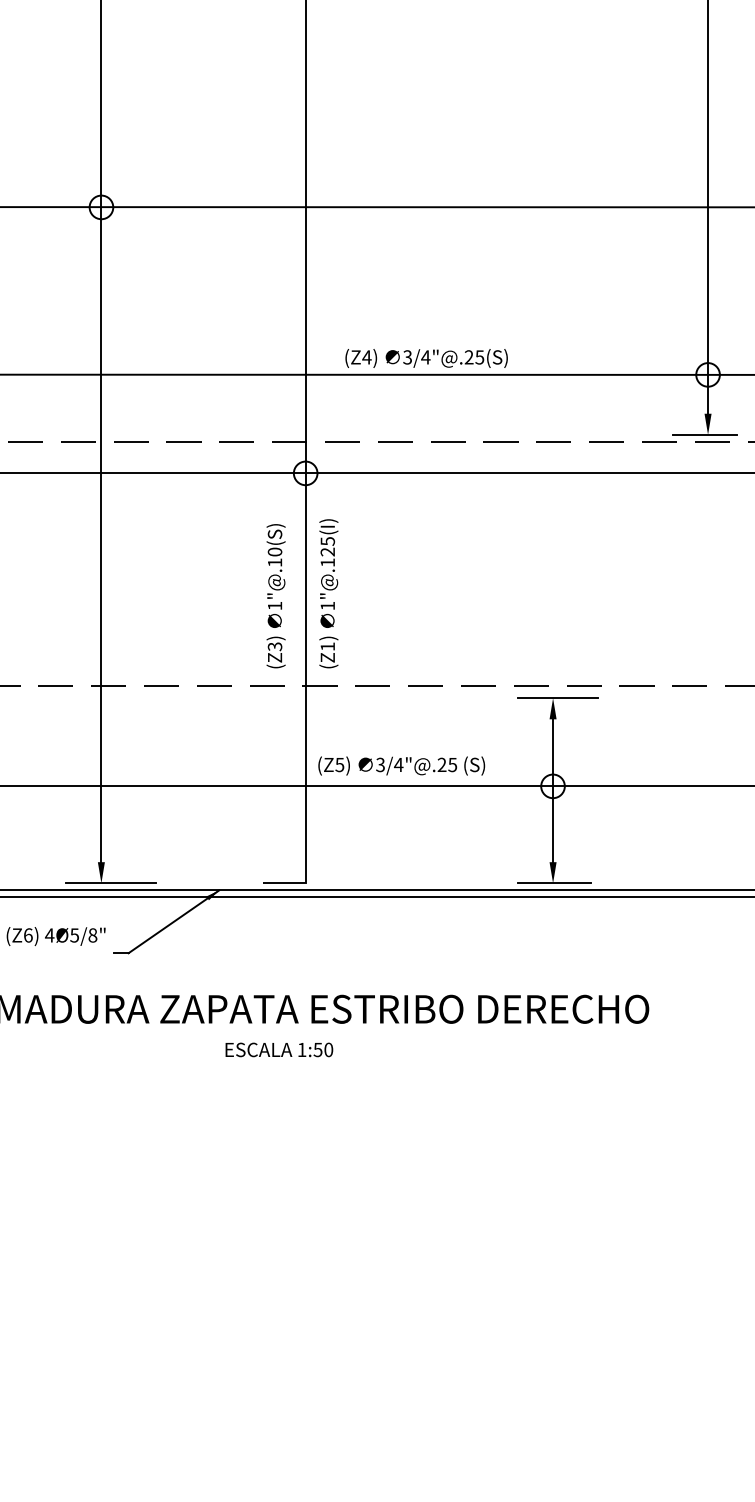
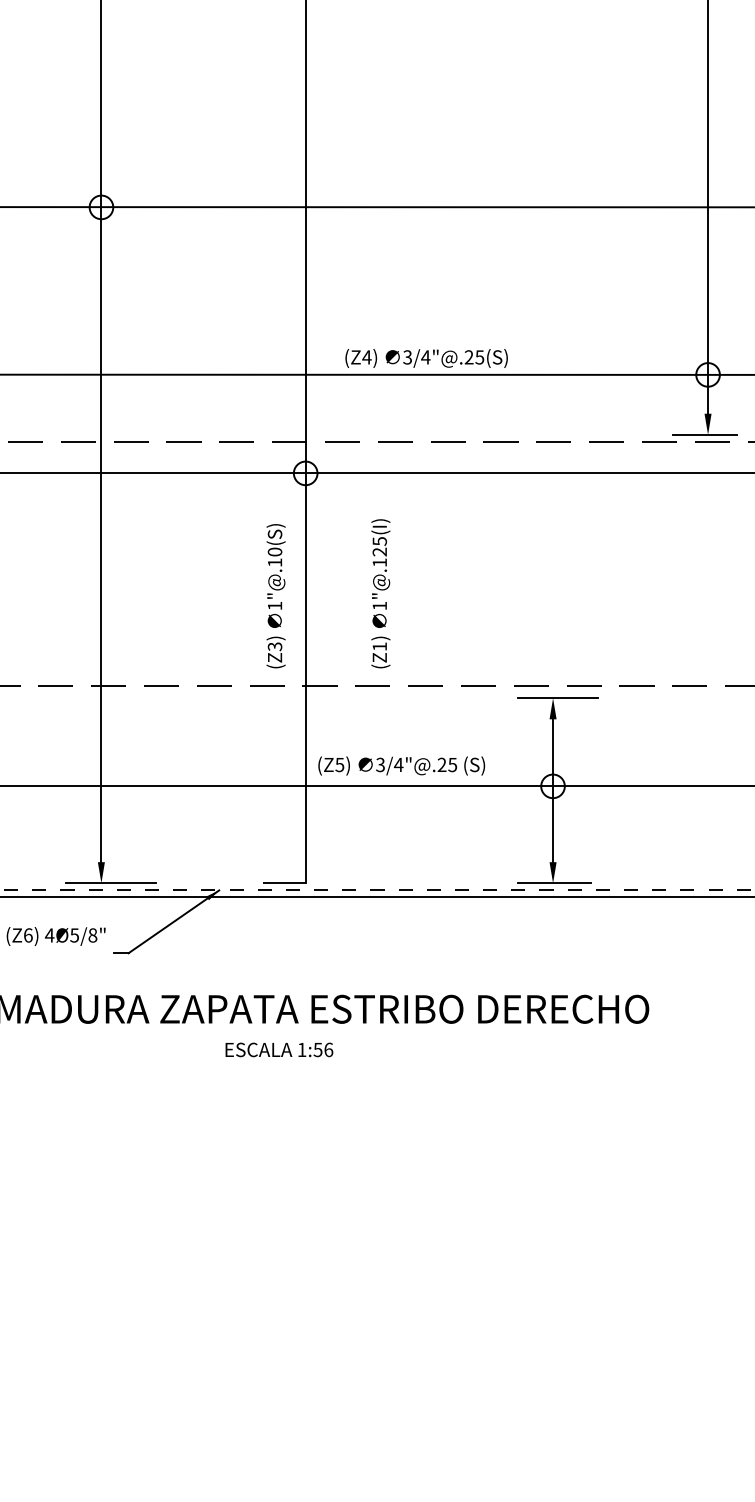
text at (328, 593) position: (328, 593) -> (380, 593)
line at (377, 890): solid -> dashed
text at (328, 1049): 1:50 -> 1:56
